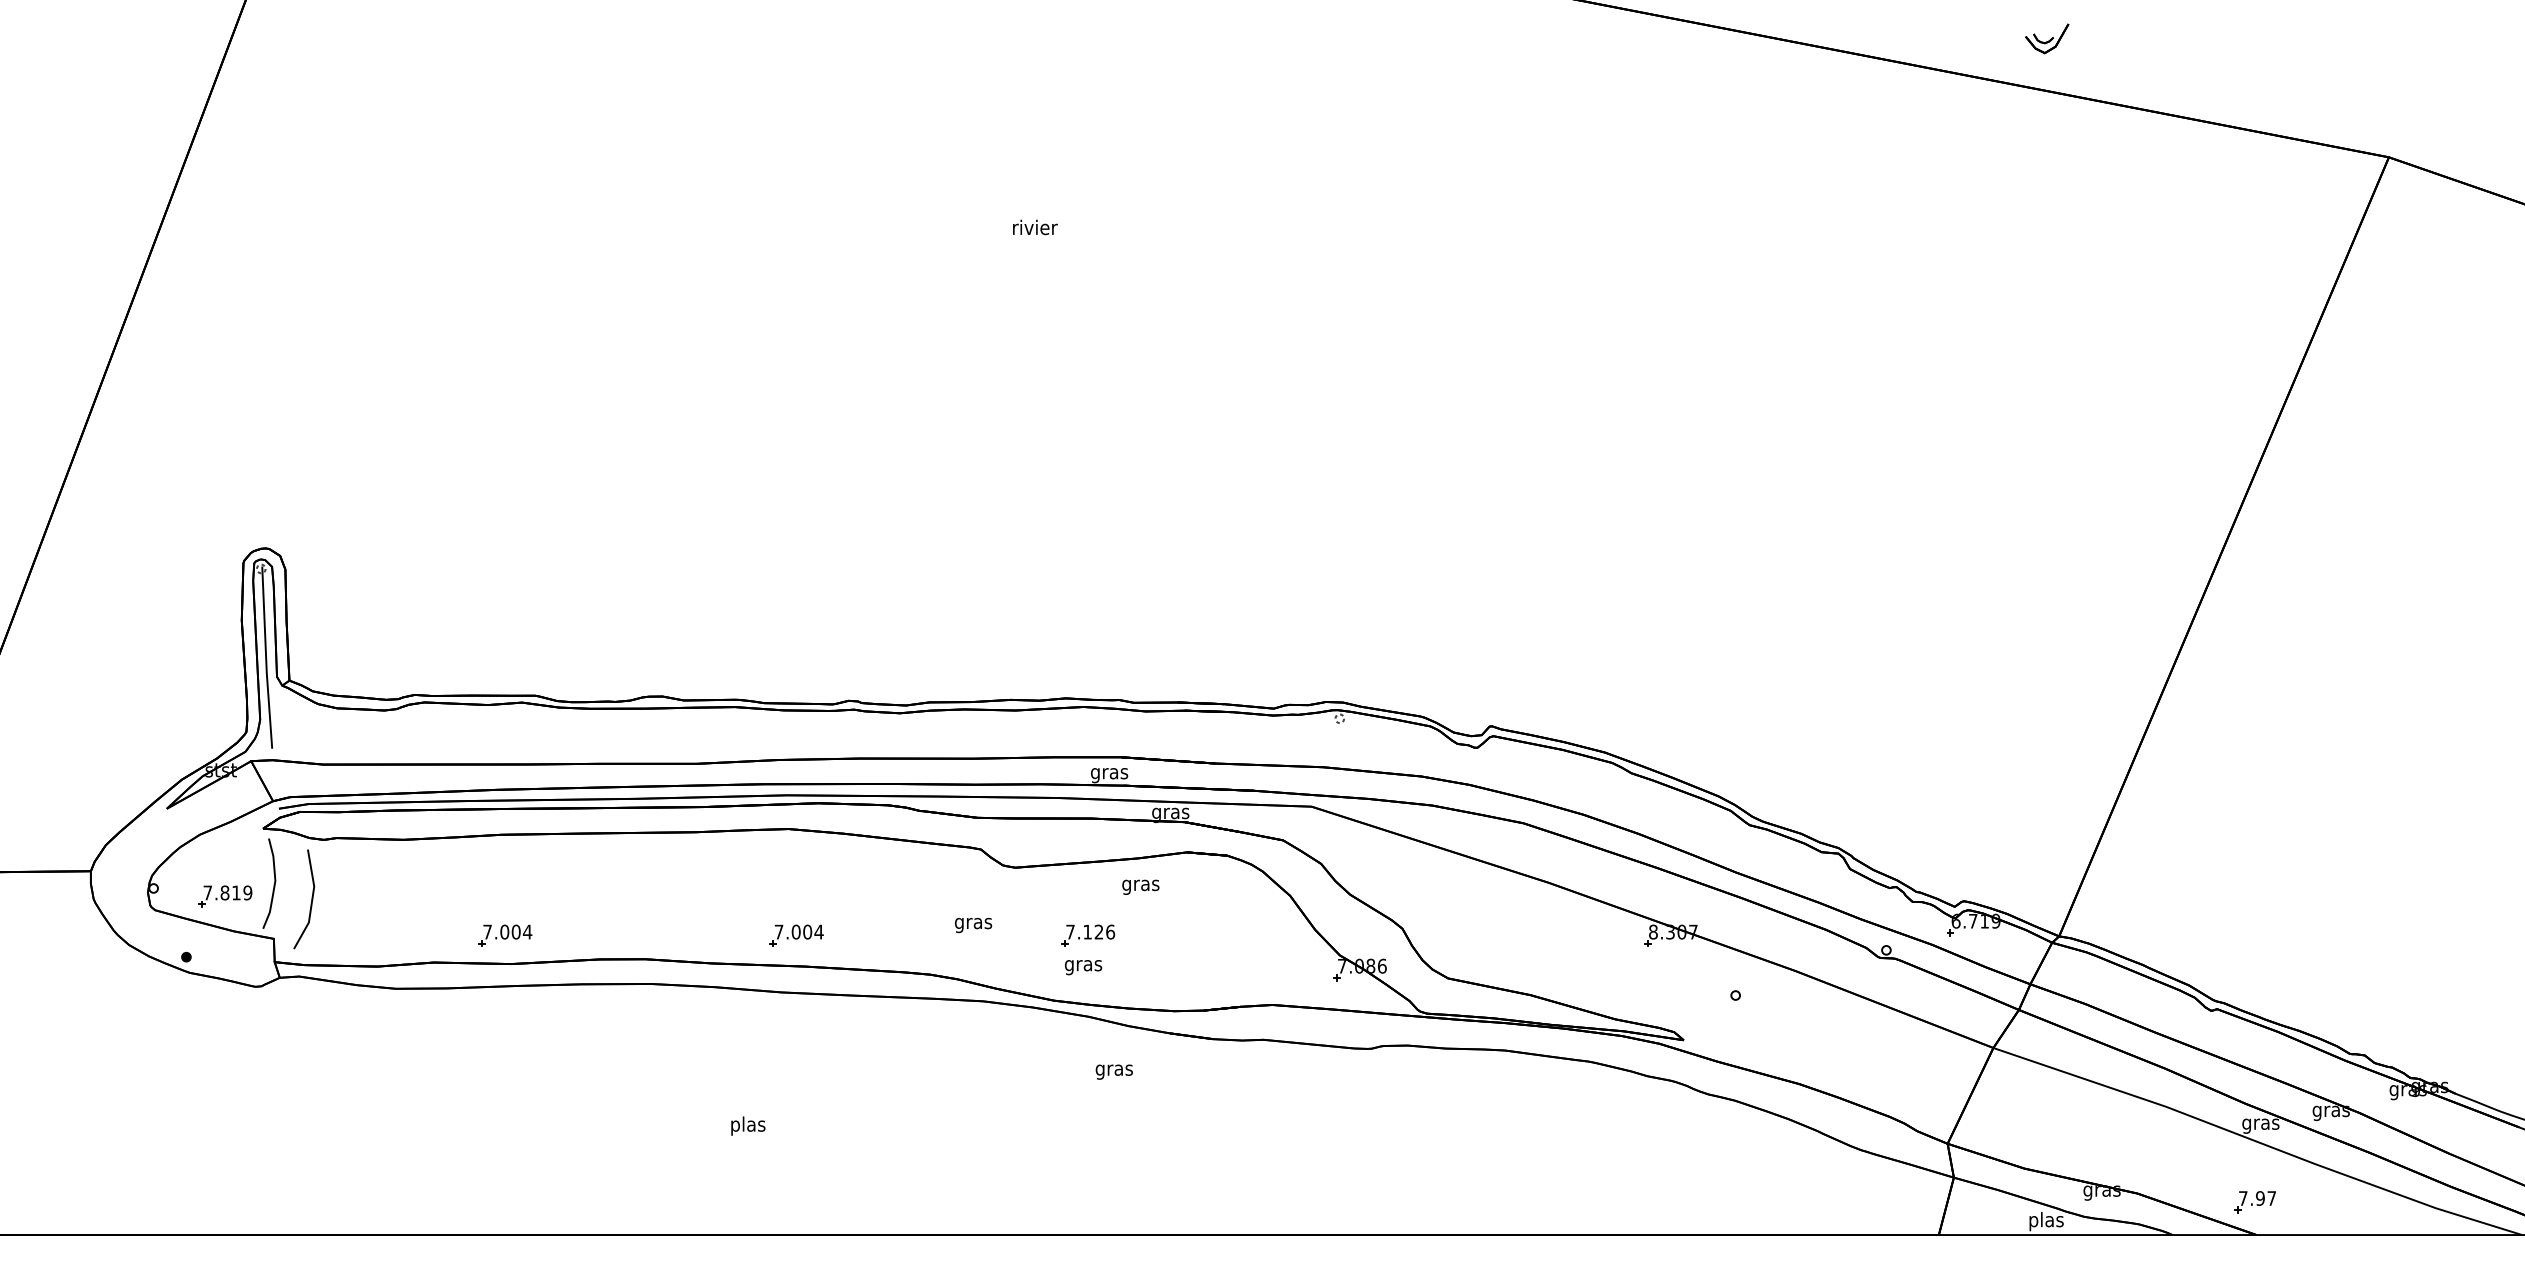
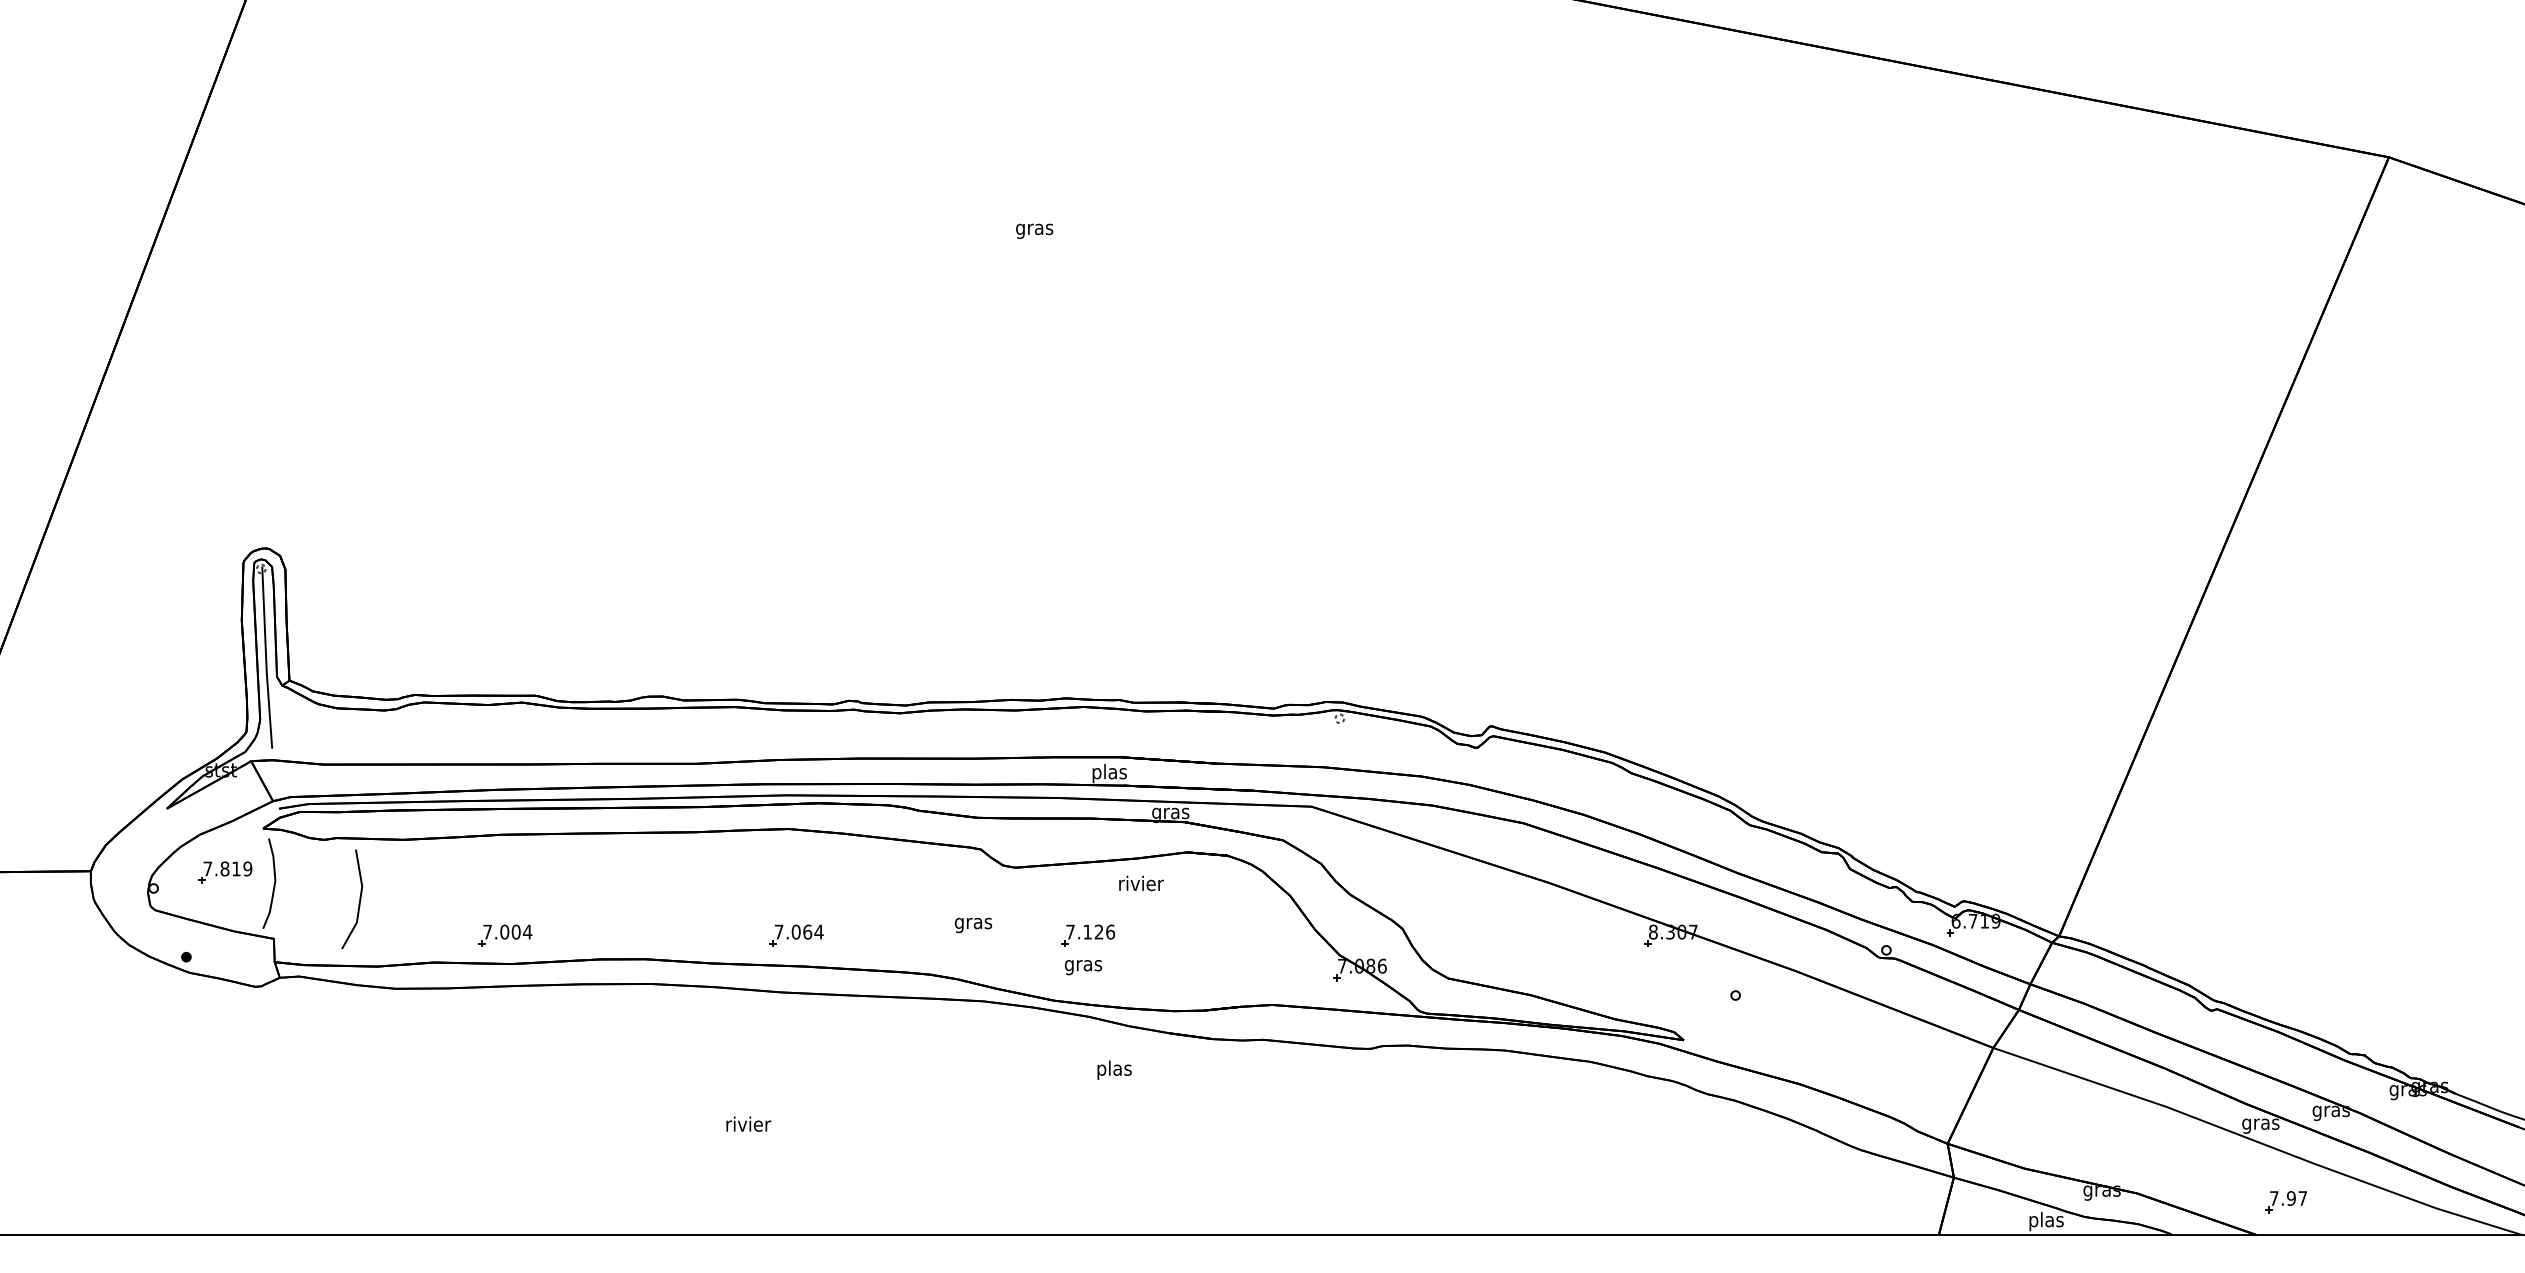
part at (2047, 38): present -> none
text at (1035, 228): rivier -> gras
text at (1109, 773): gras -> plas
text at (1141, 884): gras -> rivier
part at (225, 896) position: (225, 896) -> (225, 872)
line at (311, 899) position: (311, 899) -> (359, 899)
text at (807, 931): 7.004 -> 7.064
text at (1113, 1069): gras -> plas
text at (748, 1125): plas -> rivier
part at (2254, 1202) position: (2254, 1202) -> (2285, 1202)
